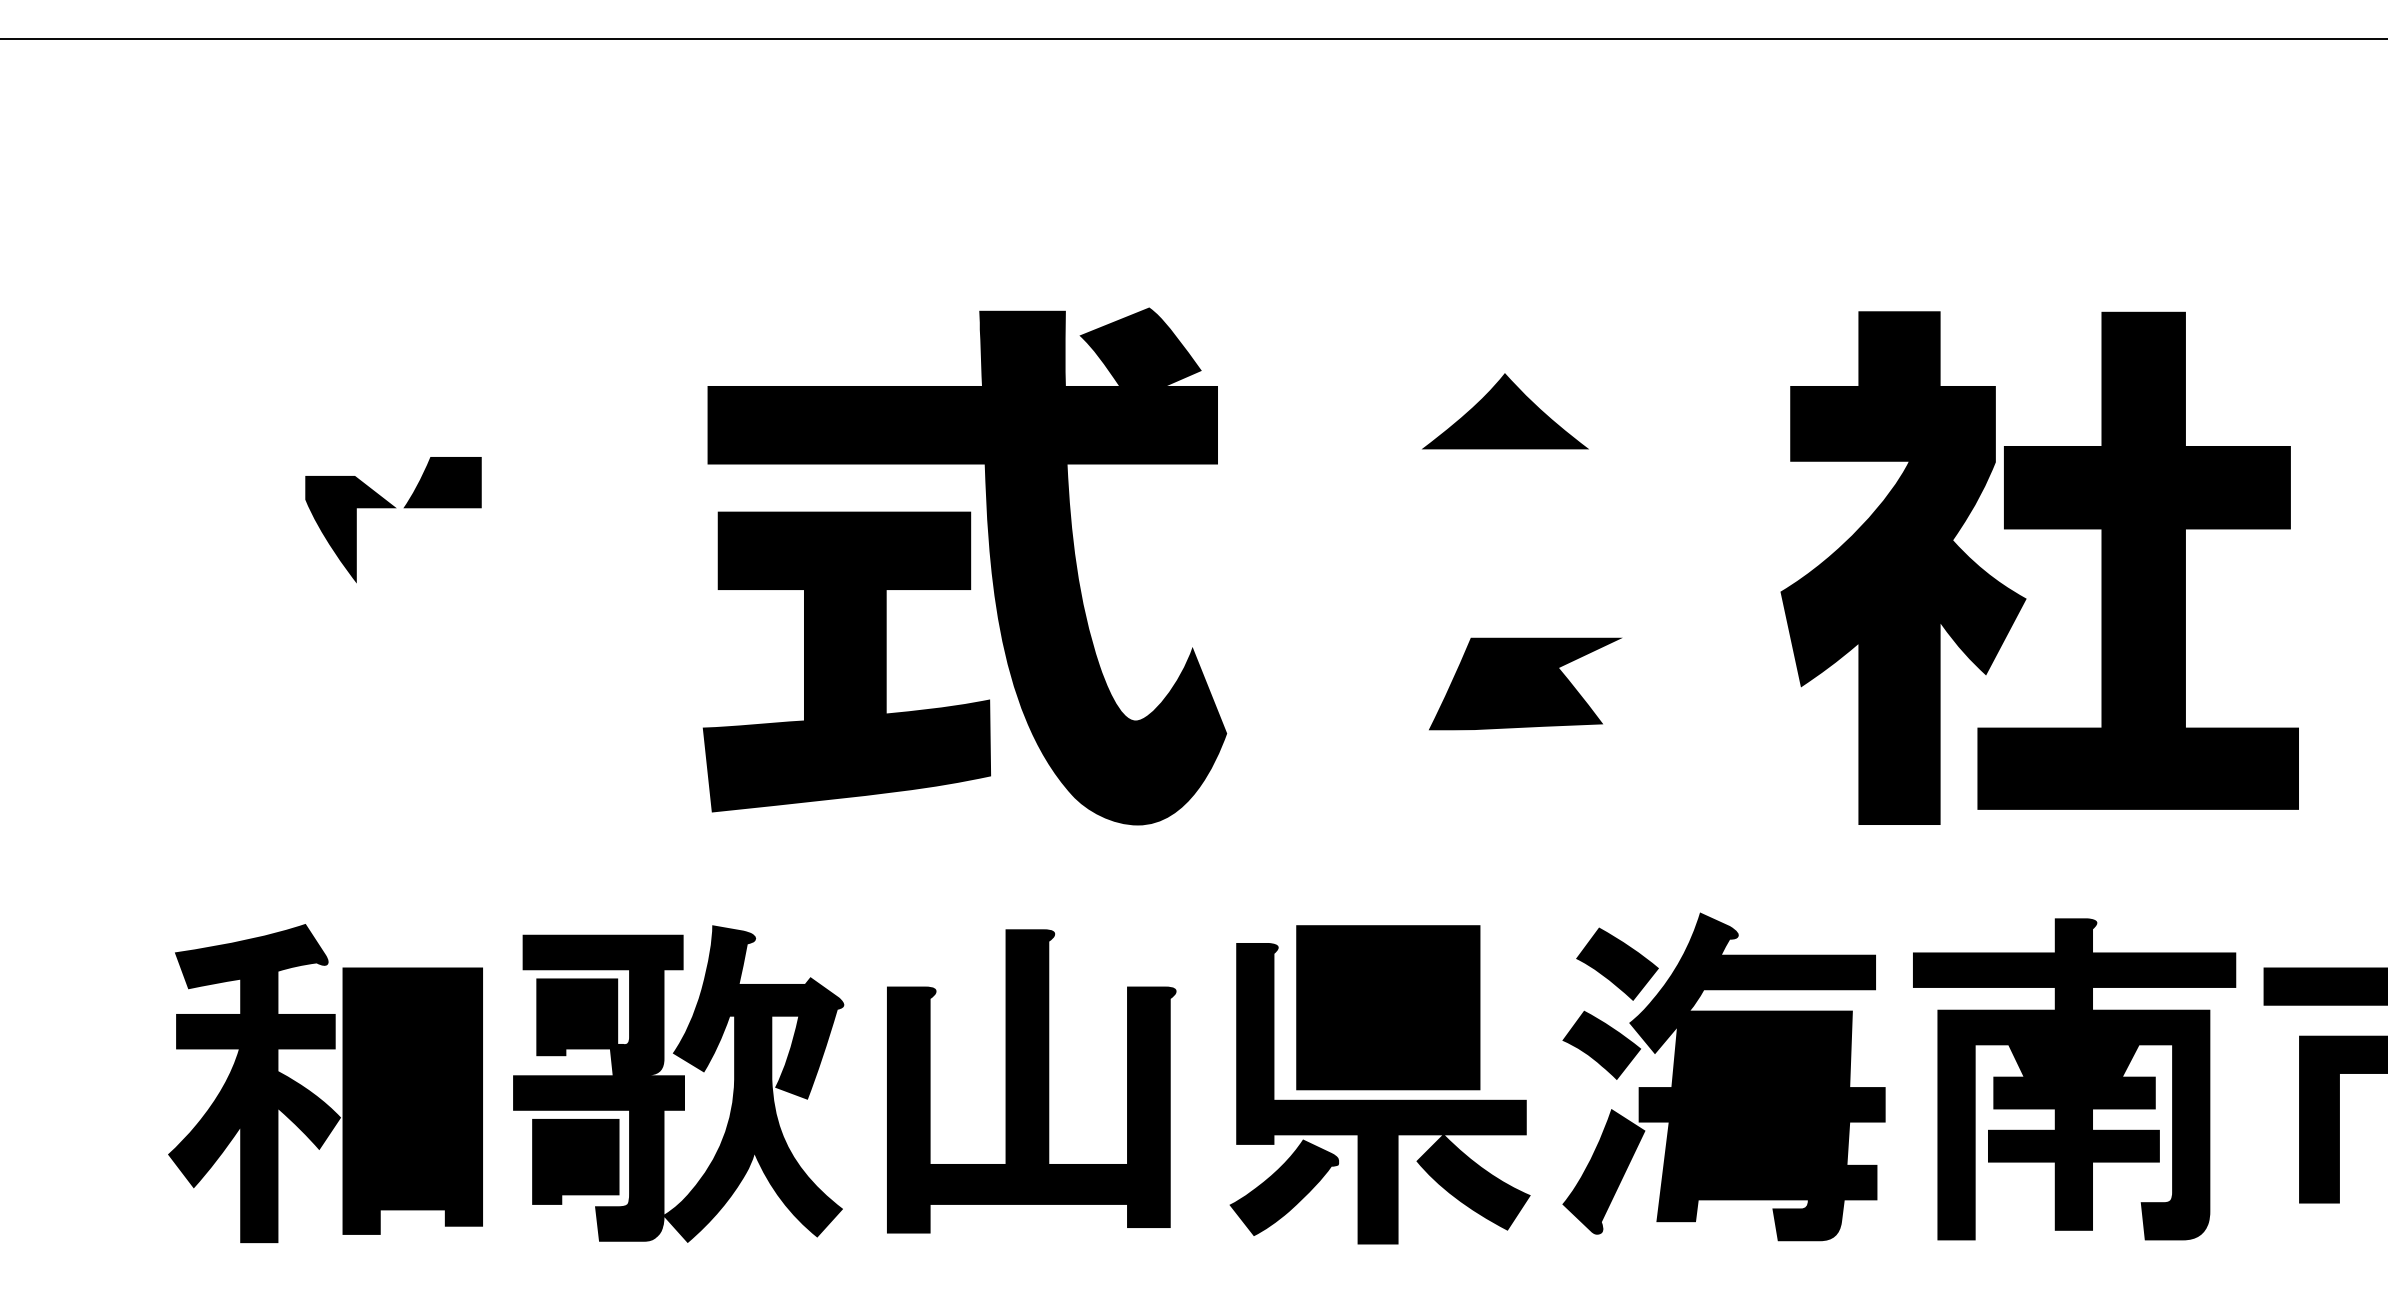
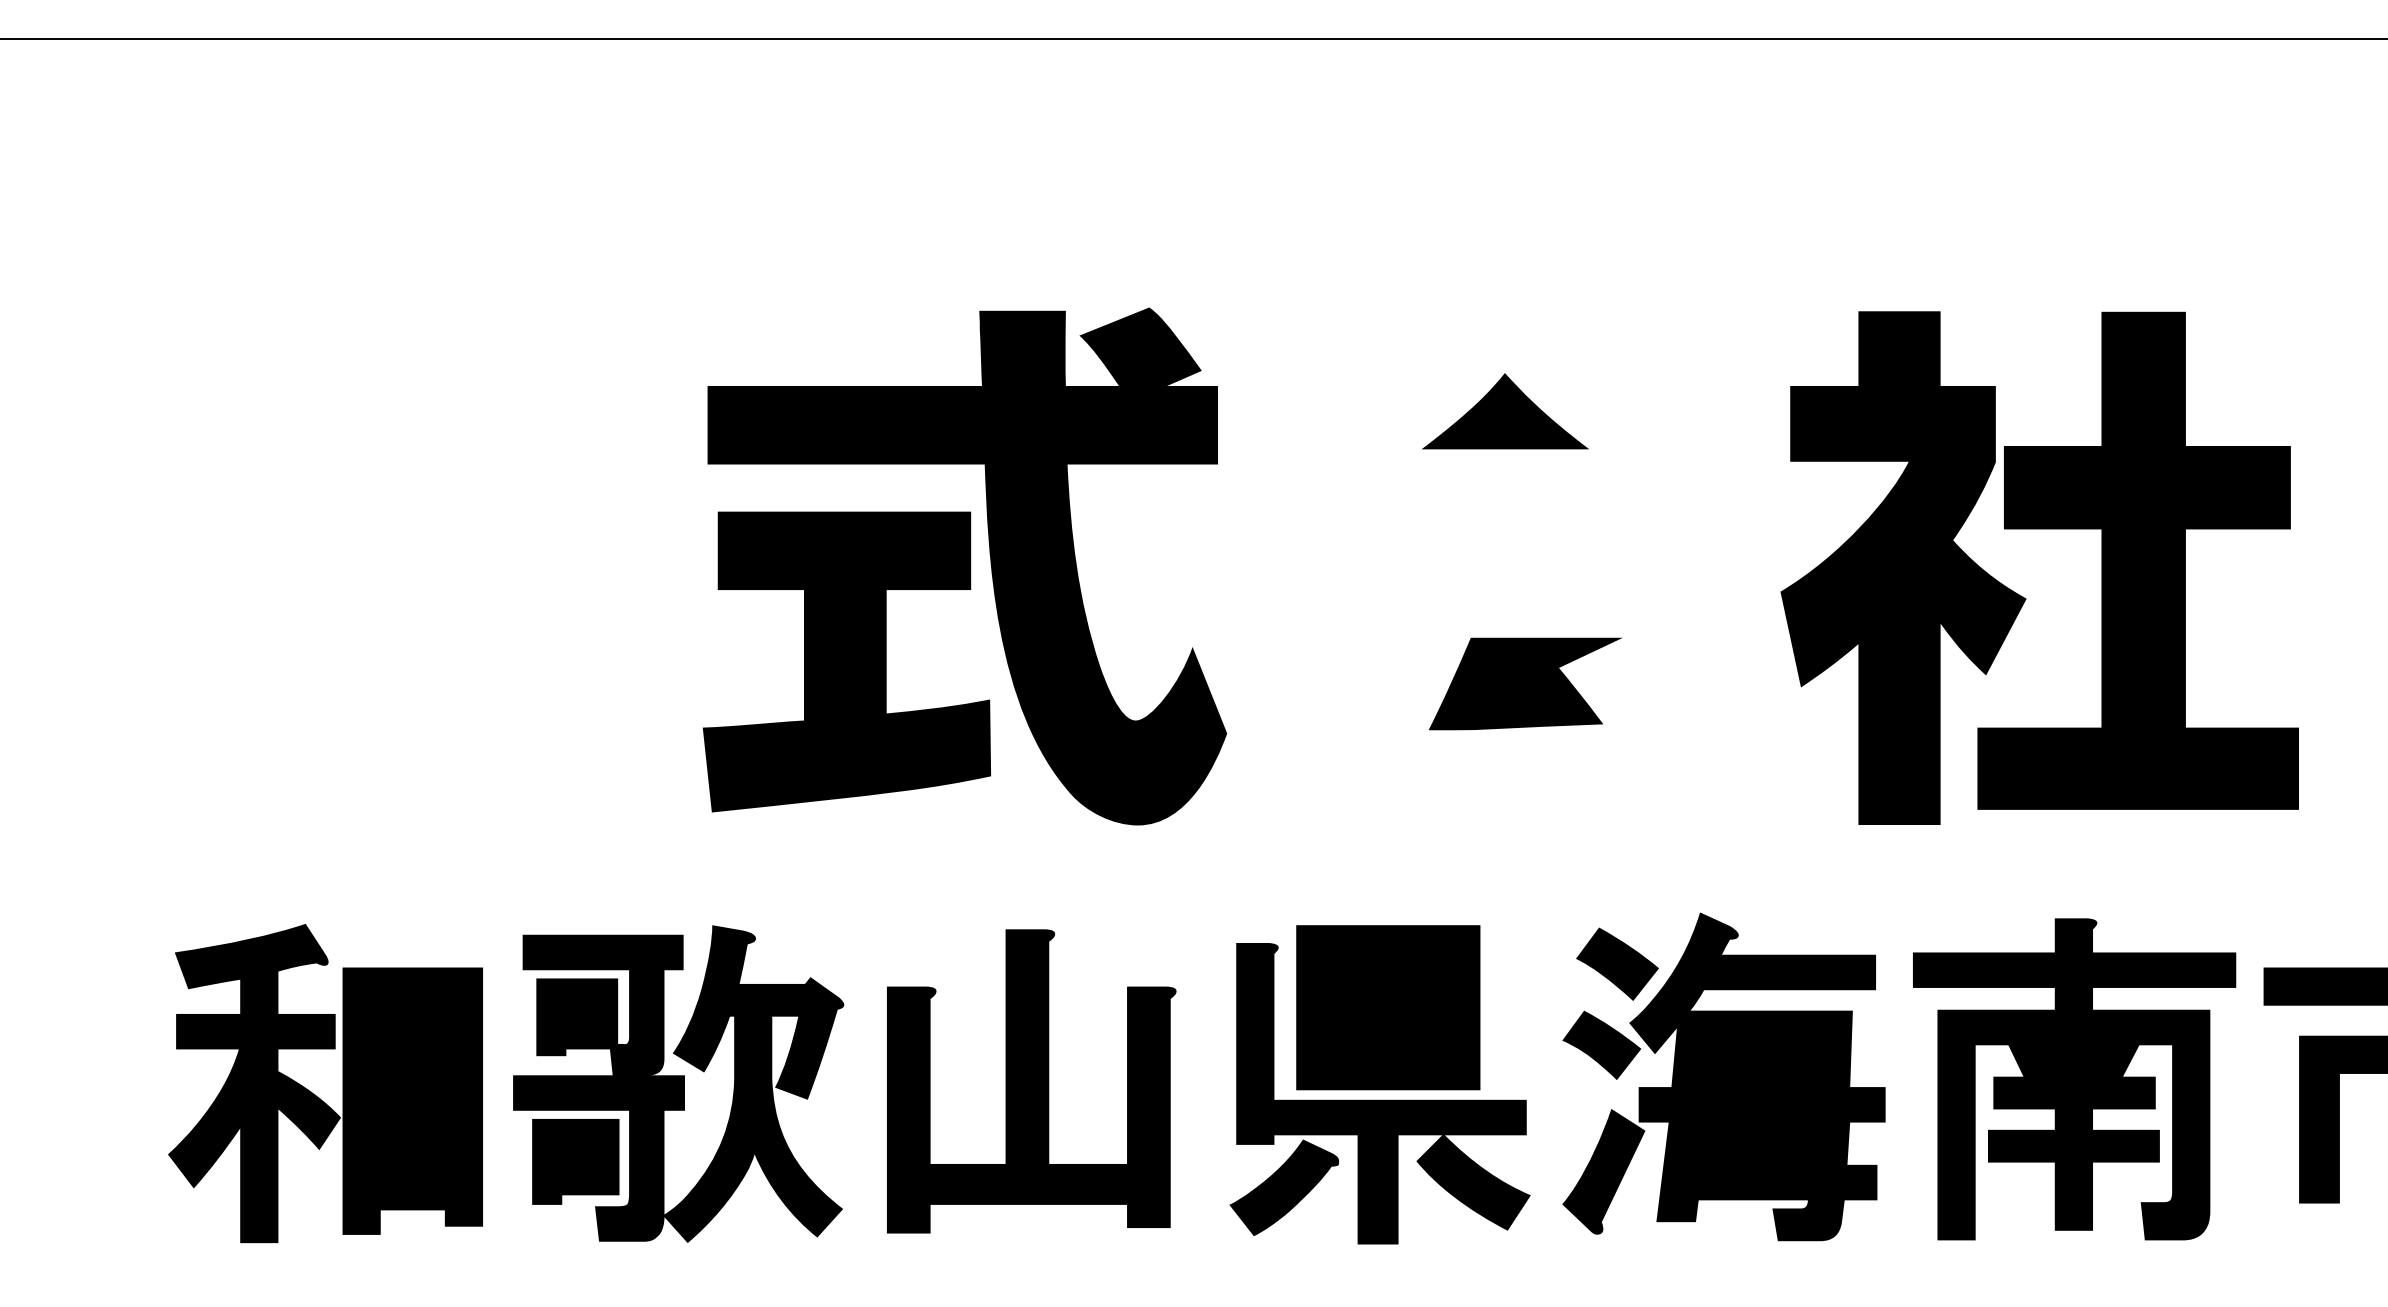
part at (393, 508): present -> none
